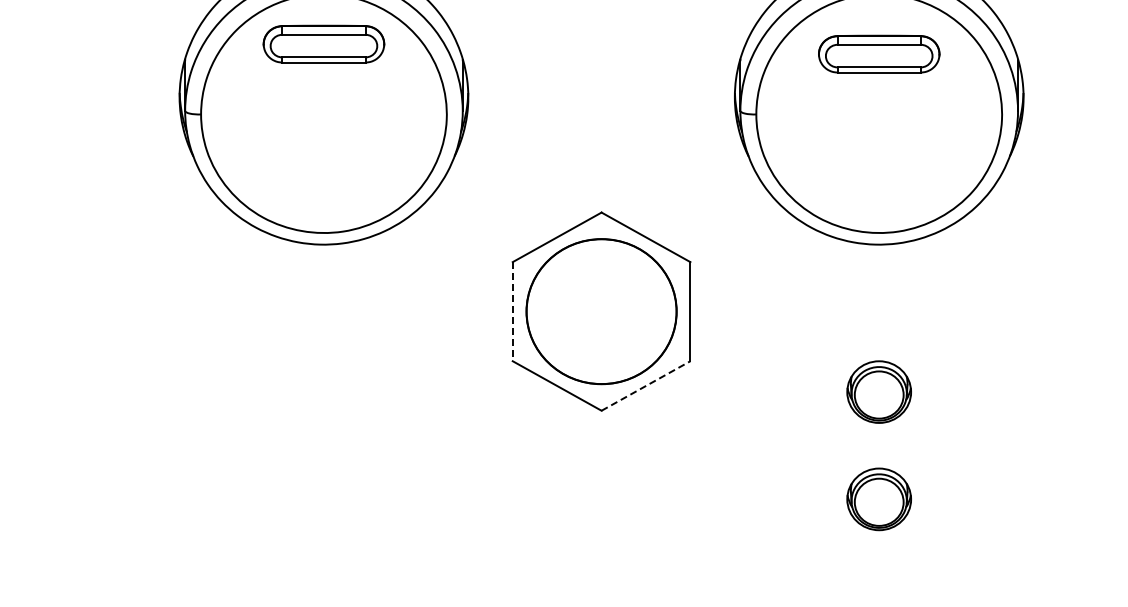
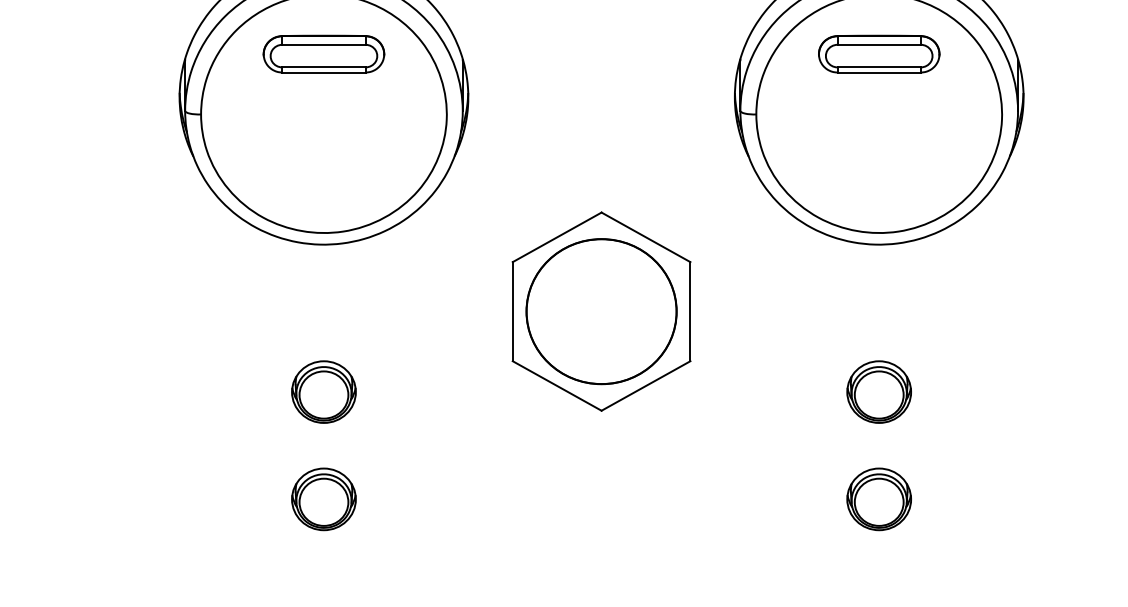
part at (323, 43) position: (323, 43) -> (323, 53)
line at (512, 311): dashed -> solid
line at (646, 385): dashed -> solid
part at (323, 391): none -> present
part at (323, 499): none -> present
